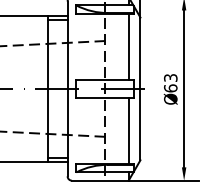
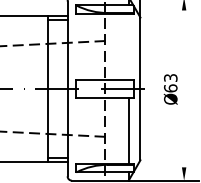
line at (128, 47): present -> none
line at (184, 88): present -> none
